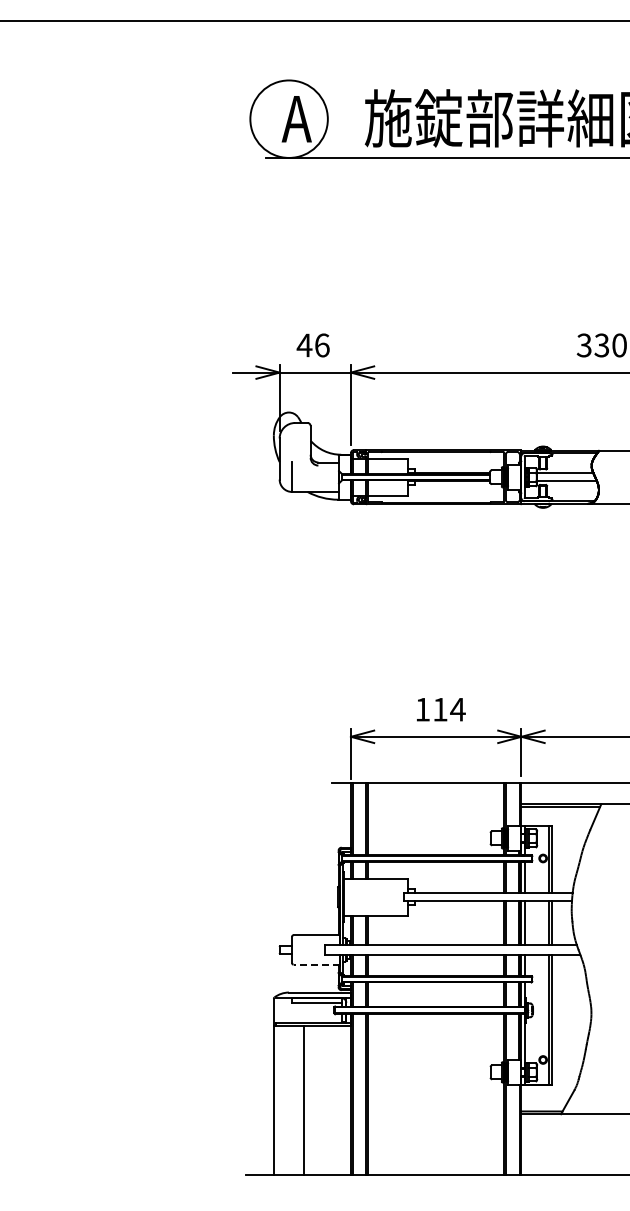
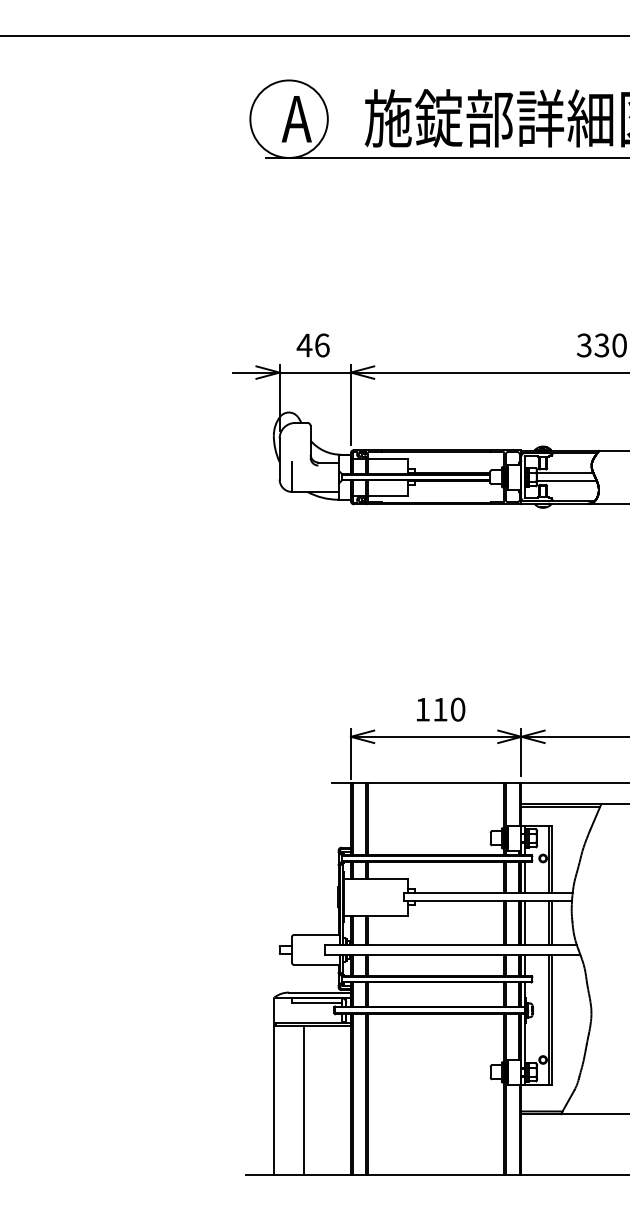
line at (314, 21) position: (314, 21) -> (314, 36)
text at (457, 709): 114 -> 110
line at (316, 964): dashed -> solid
